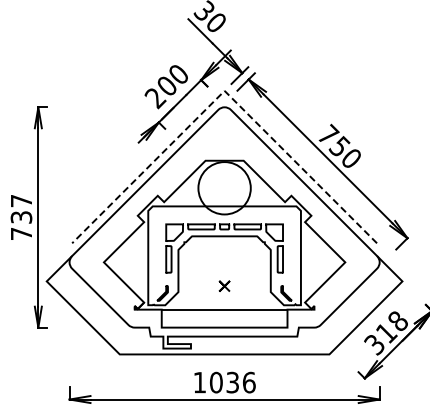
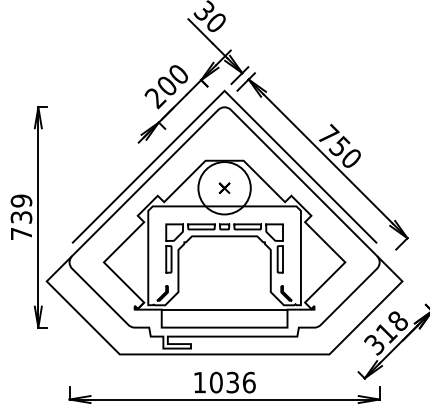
line at (224, 90): dashed -> solid
text at (21, 200): 737 -> 739
curve at (224, 285) position: (224, 285) -> (224, 187)
